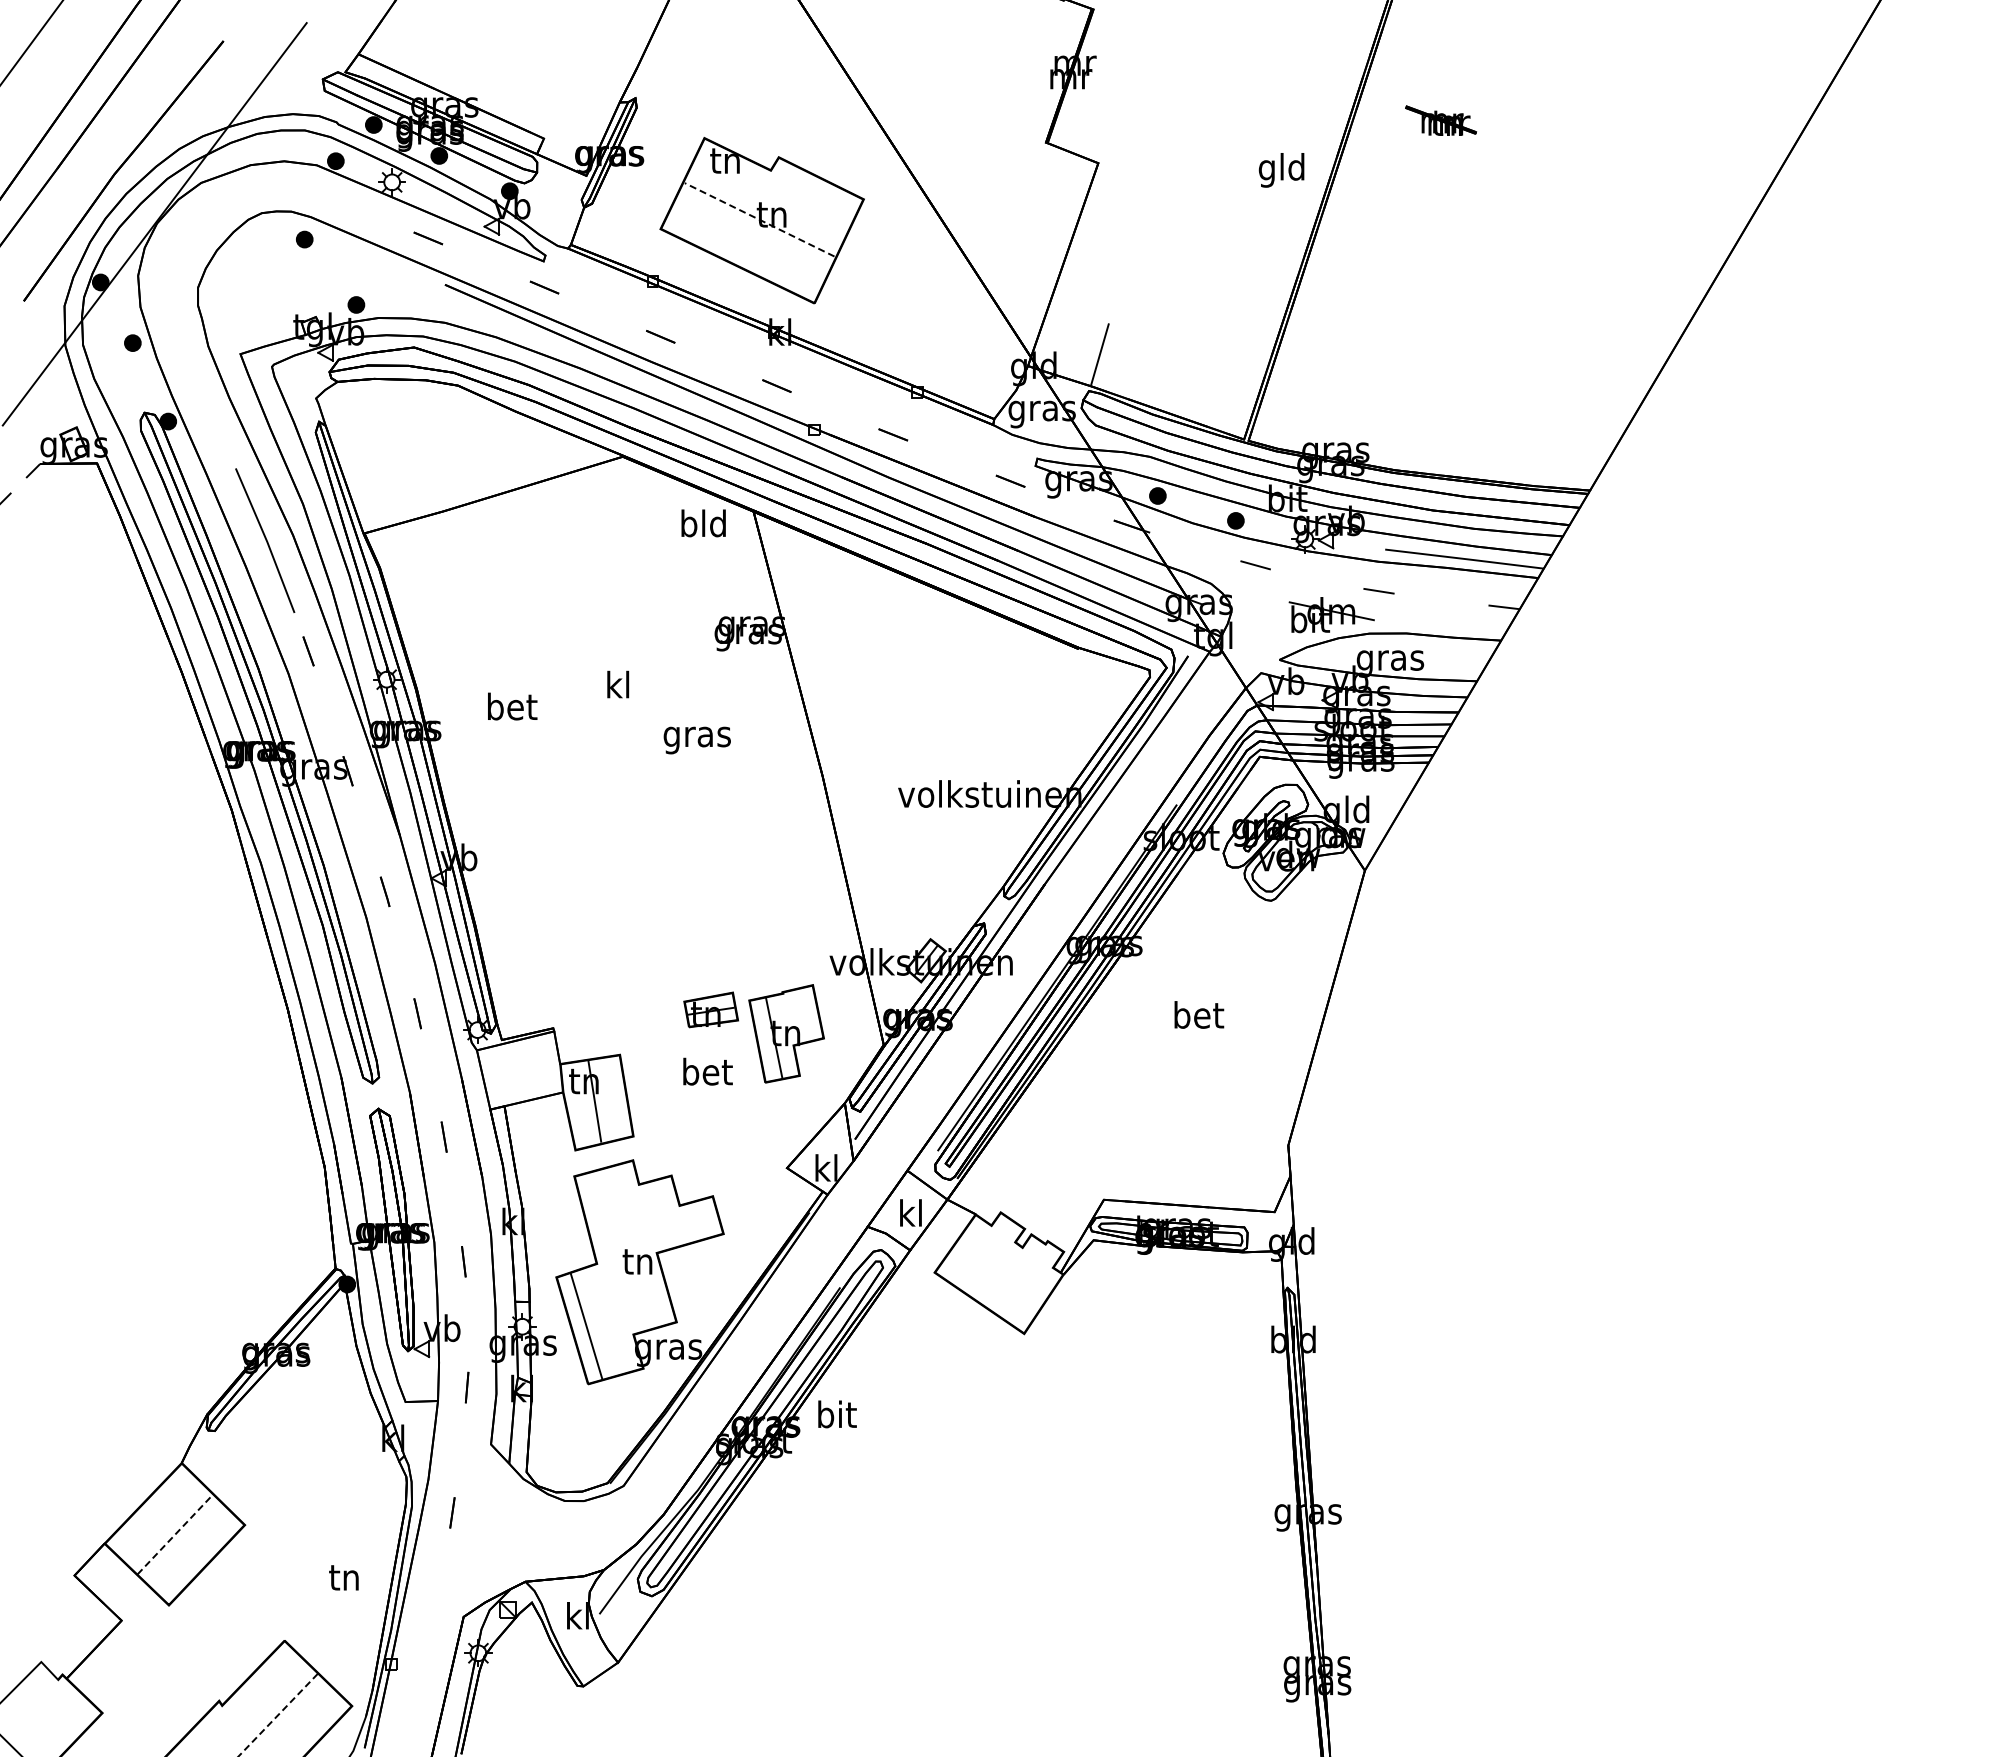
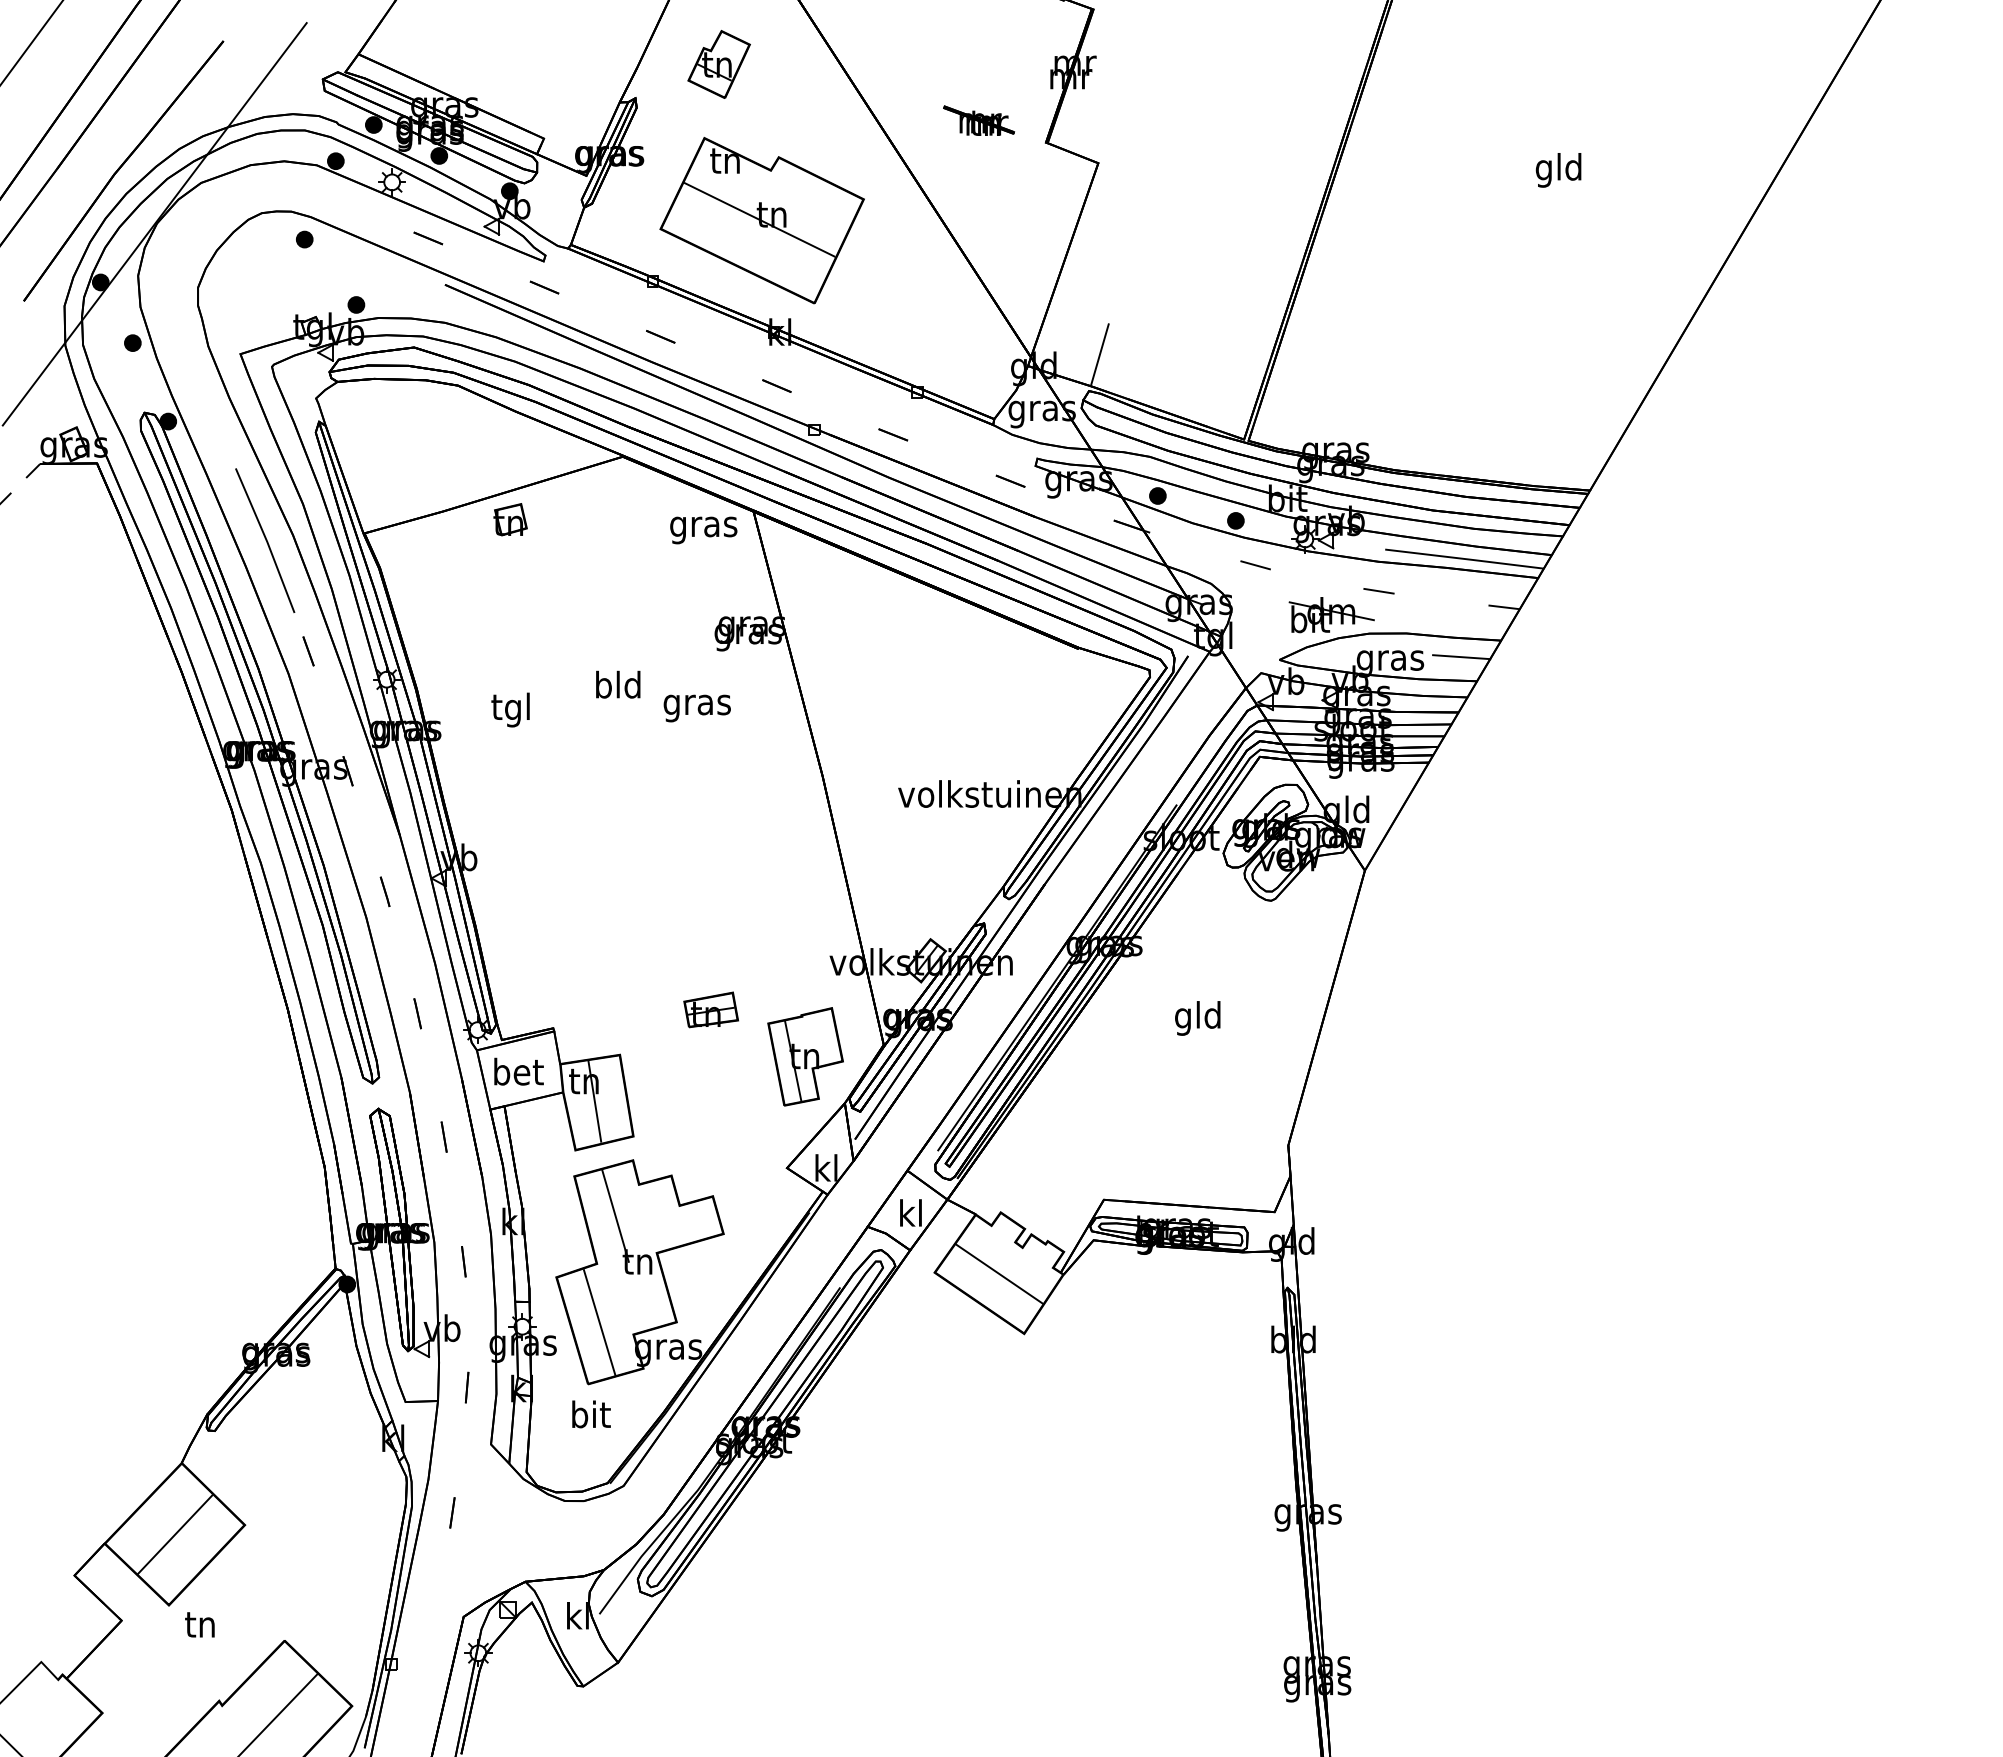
part at (718, 64): none -> present
part at (1441, 120) position: (1441, 120) -> (979, 120)
text at (1281, 170) position: (1281, 170) -> (1558, 170)
line at (759, 219): dashed -> solid
part at (510, 519): none -> present
text at (703, 526): bld -> gras
line at (1461, 657): none -> present
text at (618, 684): kl -> bld
text at (512, 709): bet -> tgl
text at (696, 740) position: (696, 740) -> (696, 708)
text at (1199, 1018): bet -> gld
part at (786, 1033) position: (786, 1033) -> (805, 1056)
text at (707, 1071) position: (707, 1071) -> (518, 1071)
line at (615, 1215): none -> present
line at (999, 1273): none -> present
line at (586, 1326) position: (586, 1326) -> (599, 1322)
text at (837, 1414) position: (837, 1414) -> (591, 1414)
line at (175, 1534): dashed -> solid
text at (343, 1577) position: (343, 1577) -> (199, 1624)
line at (277, 1715): dashed -> solid
